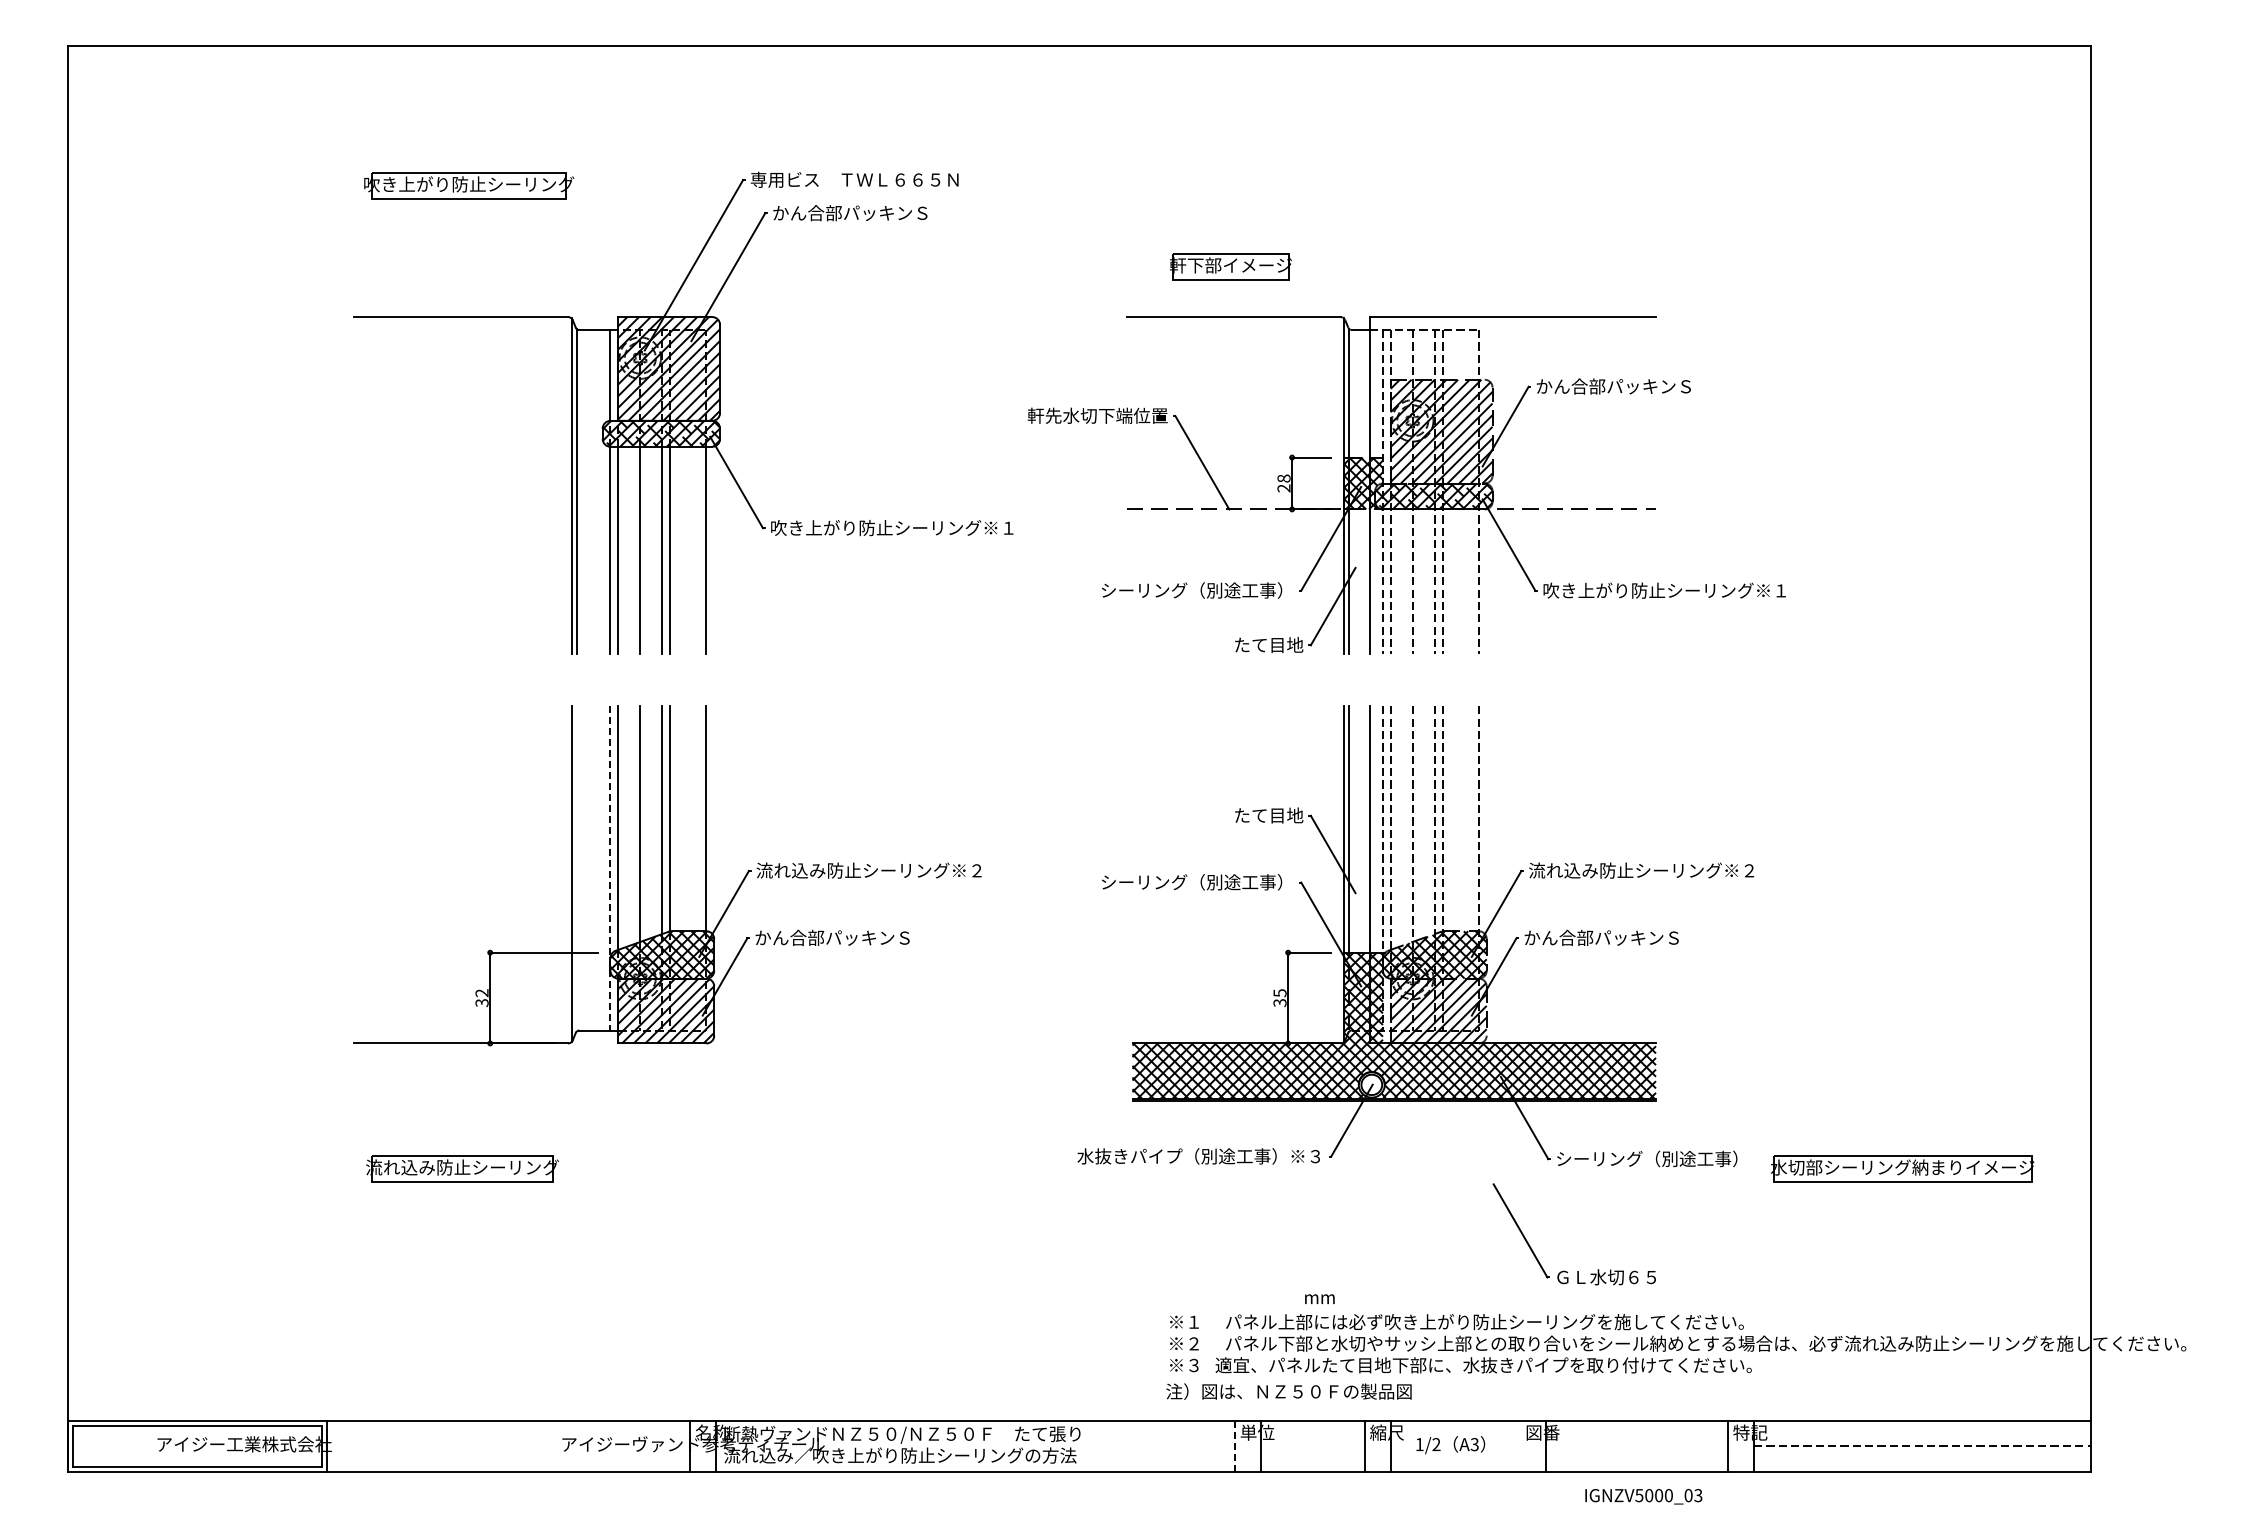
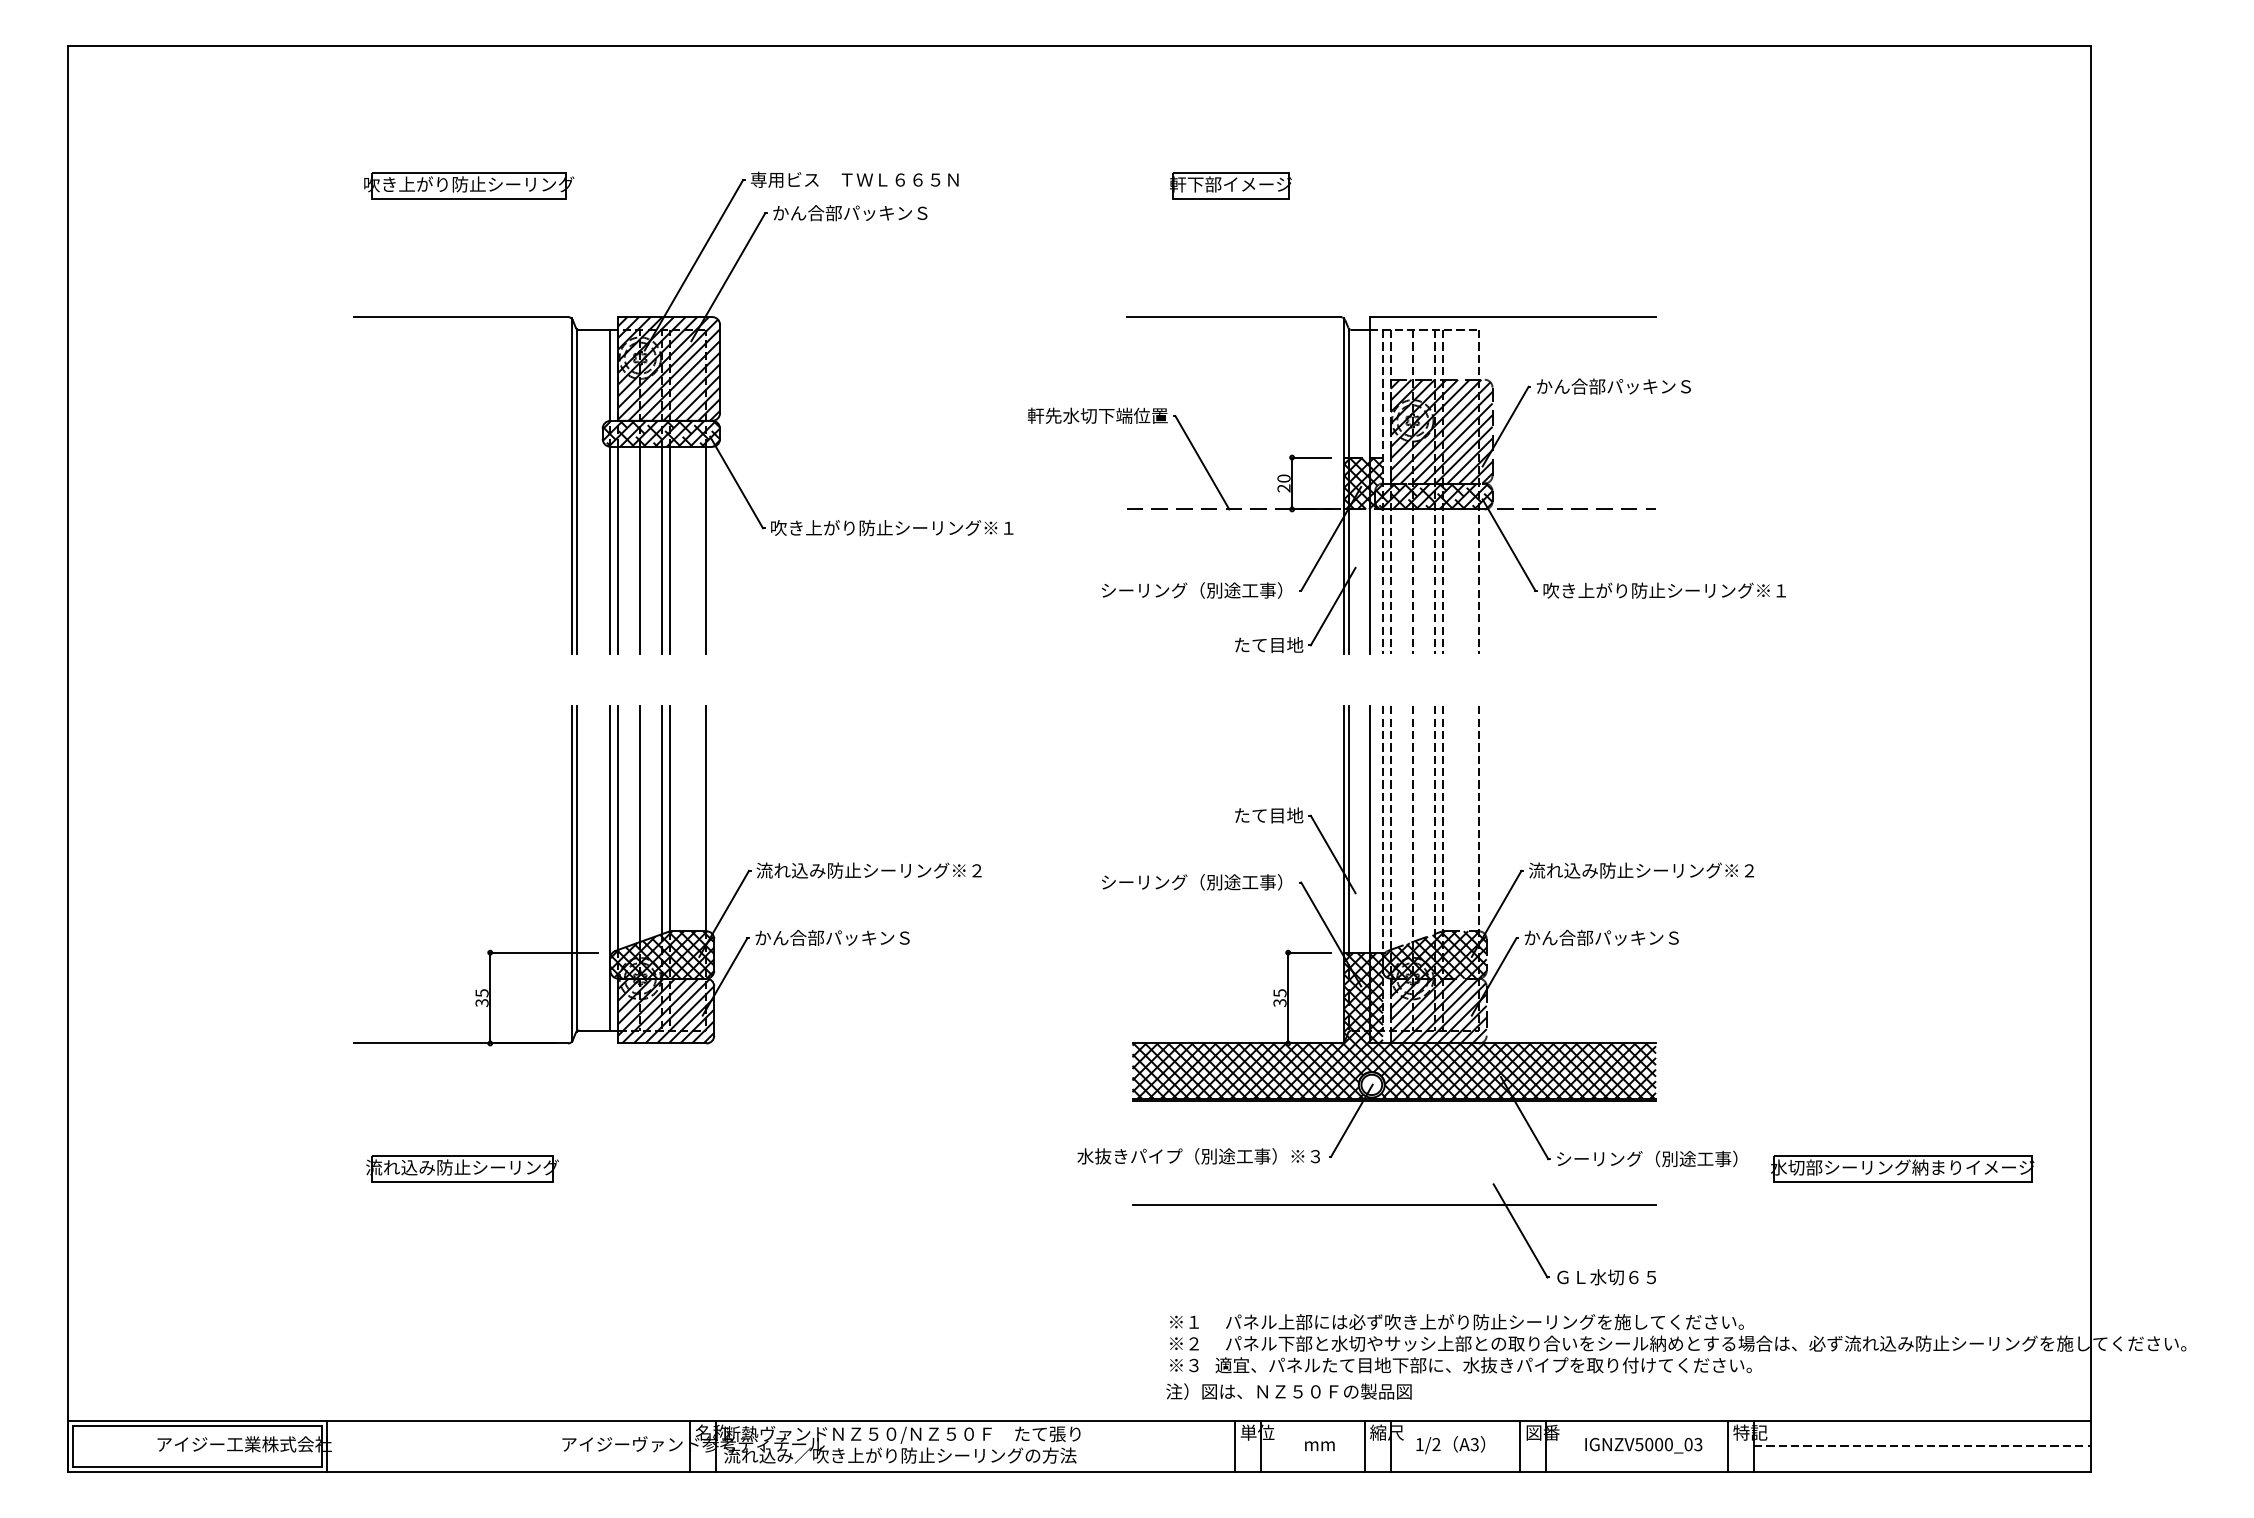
part at (1230, 266) position: (1230, 266) -> (1230, 185)
text at (1284, 478): 28 -> 20
line at (576, 868): none -> present
line at (610, 868): dashed -> solid
text at (481, 993): 32 -> 35
line at (1393, 1205): none -> present
text at (1319, 1298) position: (1319, 1298) -> (1319, 1445)
line at (1235, 1446): dashed -> solid
line at (1520, 1446): none -> present
text at (1643, 1496) position: (1643, 1496) -> (1643, 1445)
